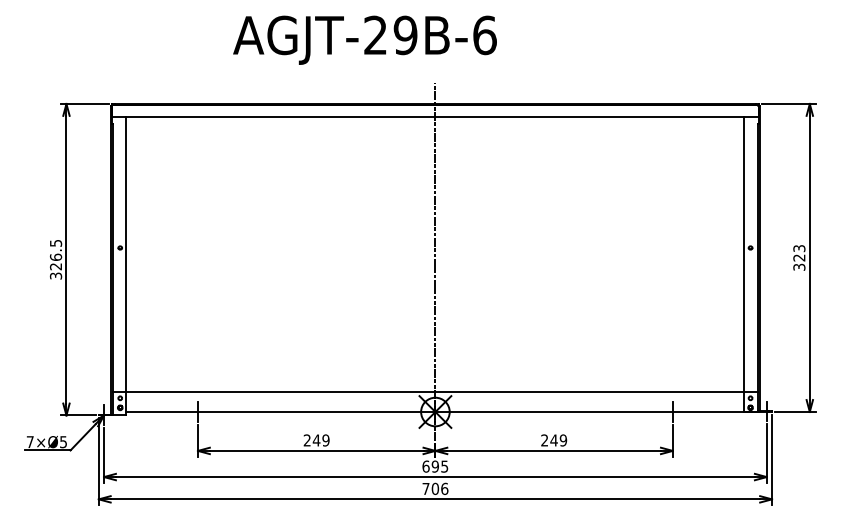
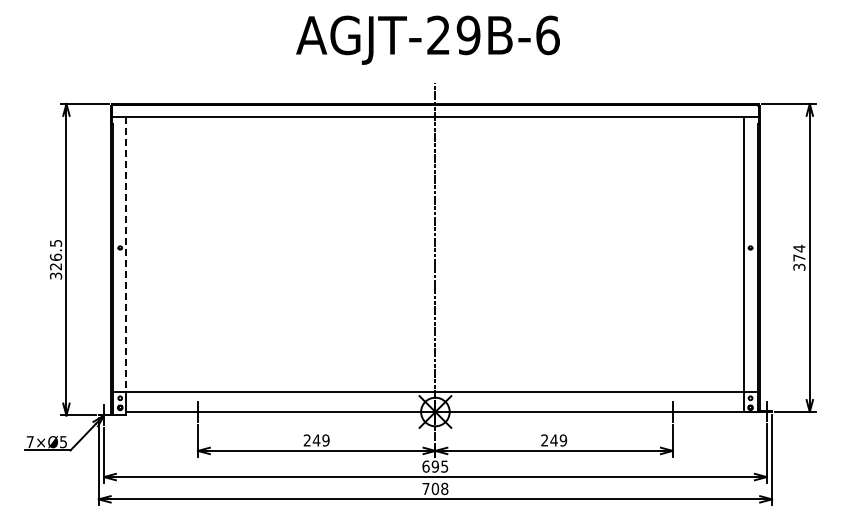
text at (364, 39) position: (364, 39) -> (427, 39)
text at (799, 252): 323 -> 374
line at (126, 254): solid -> dashed
text at (444, 488): 706 -> 708
